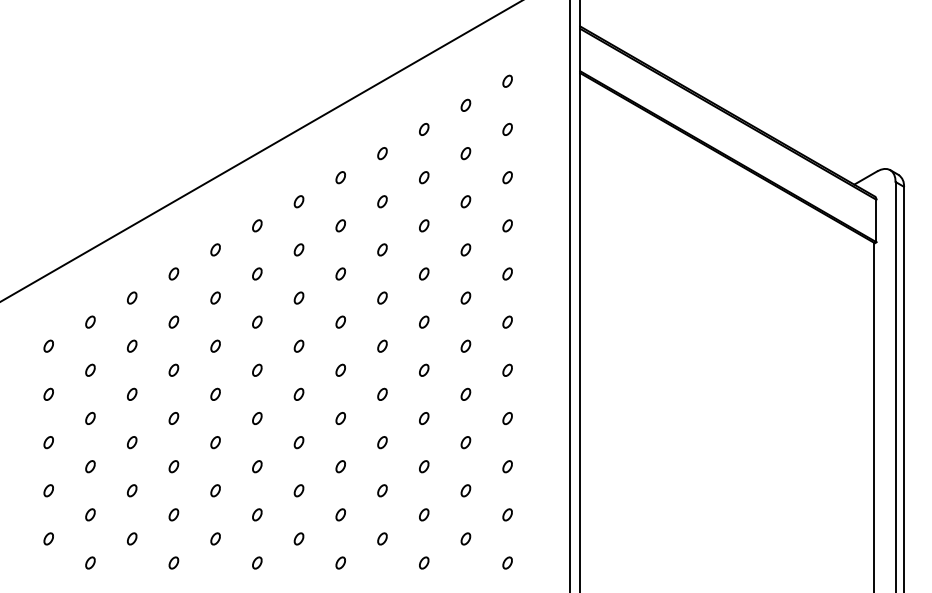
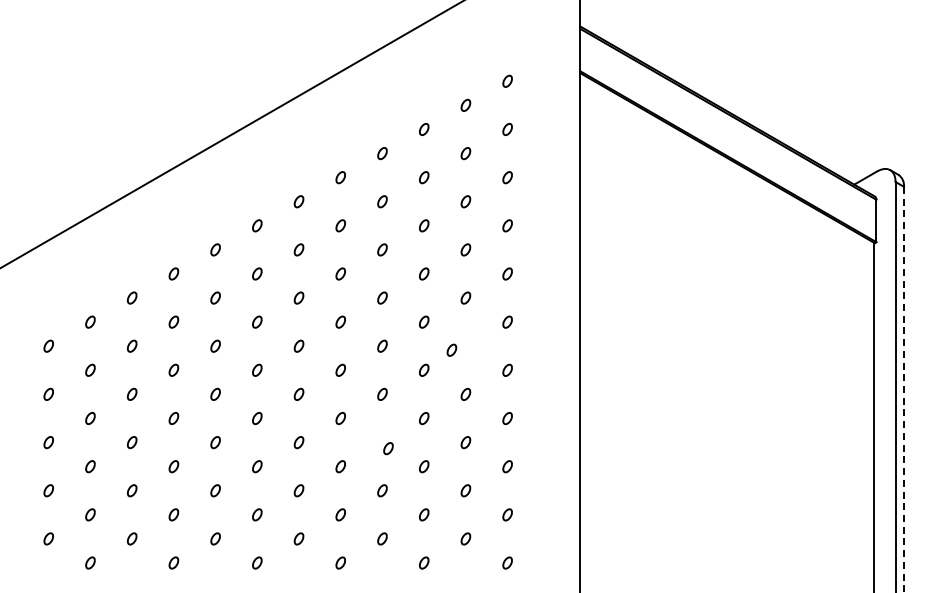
line at (260, 151) position: (260, 151) -> (231, 134)
line at (570, 295): present -> none
part at (465, 345) position: (465, 345) -> (451, 349)
line at (903, 389): solid -> dashed
part at (382, 442) position: (382, 442) -> (388, 448)
